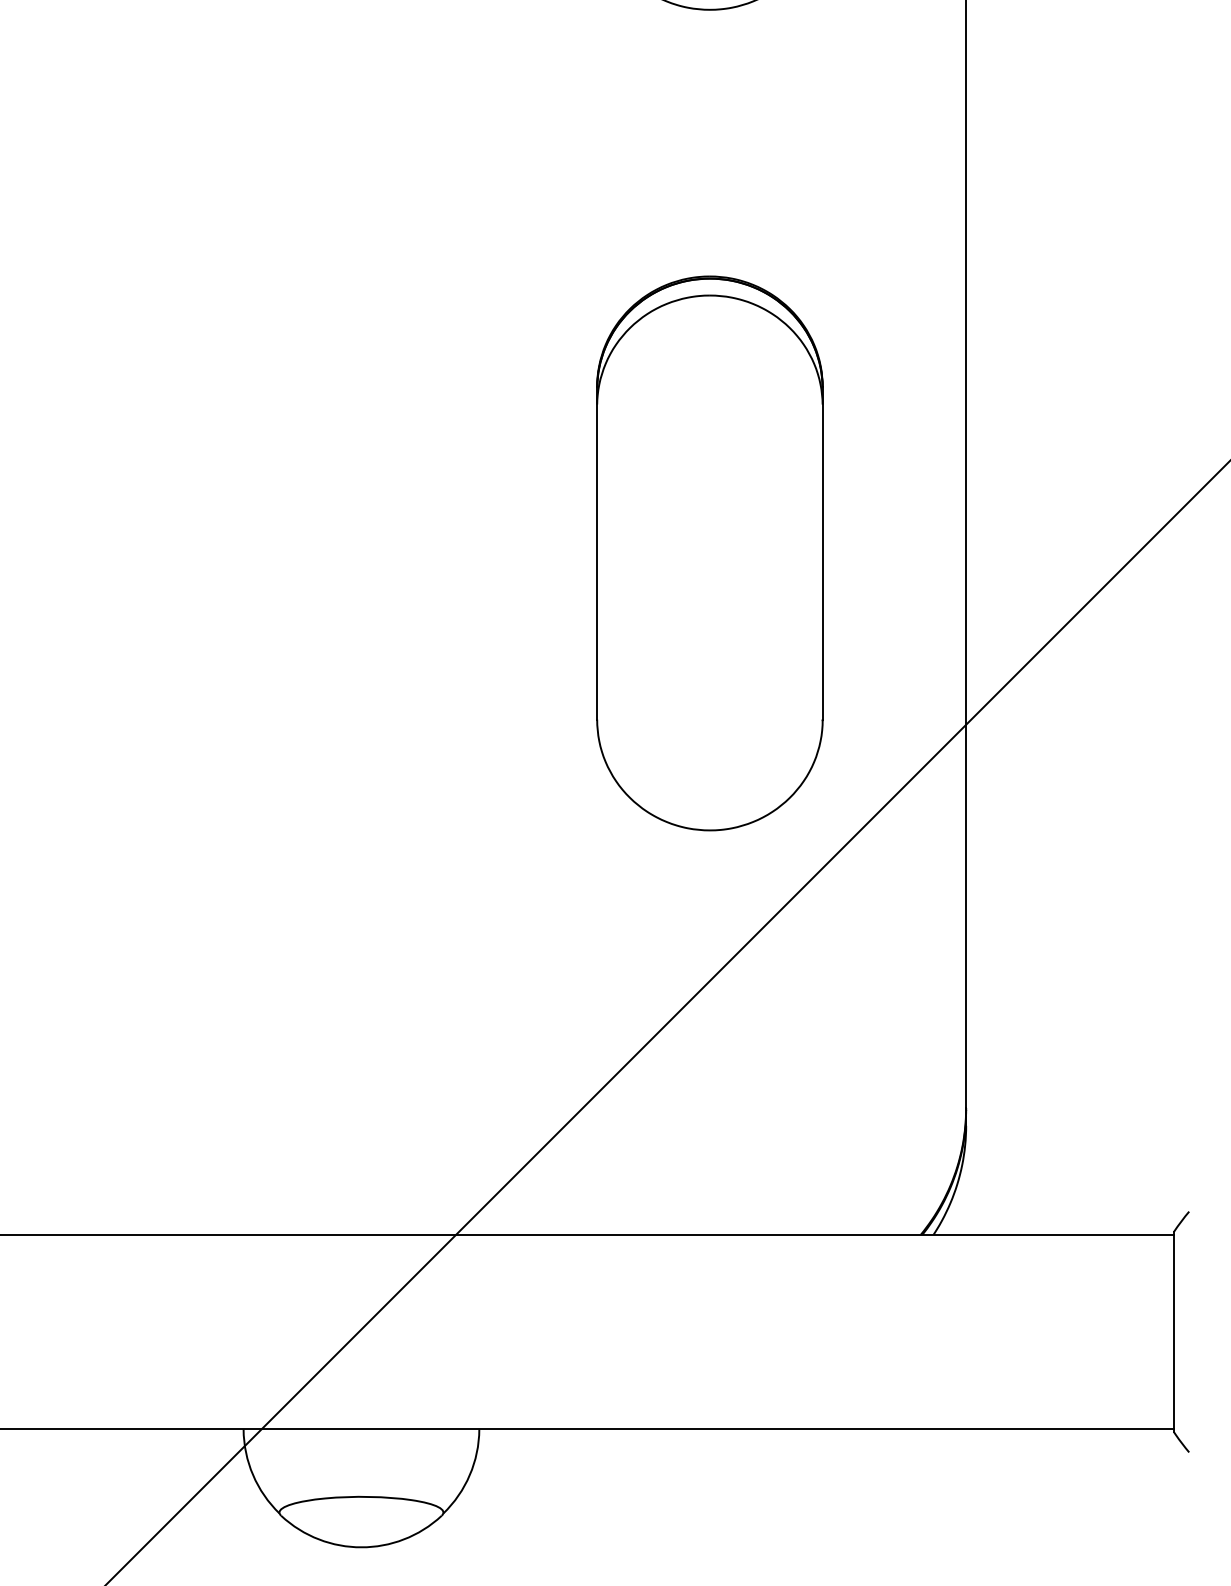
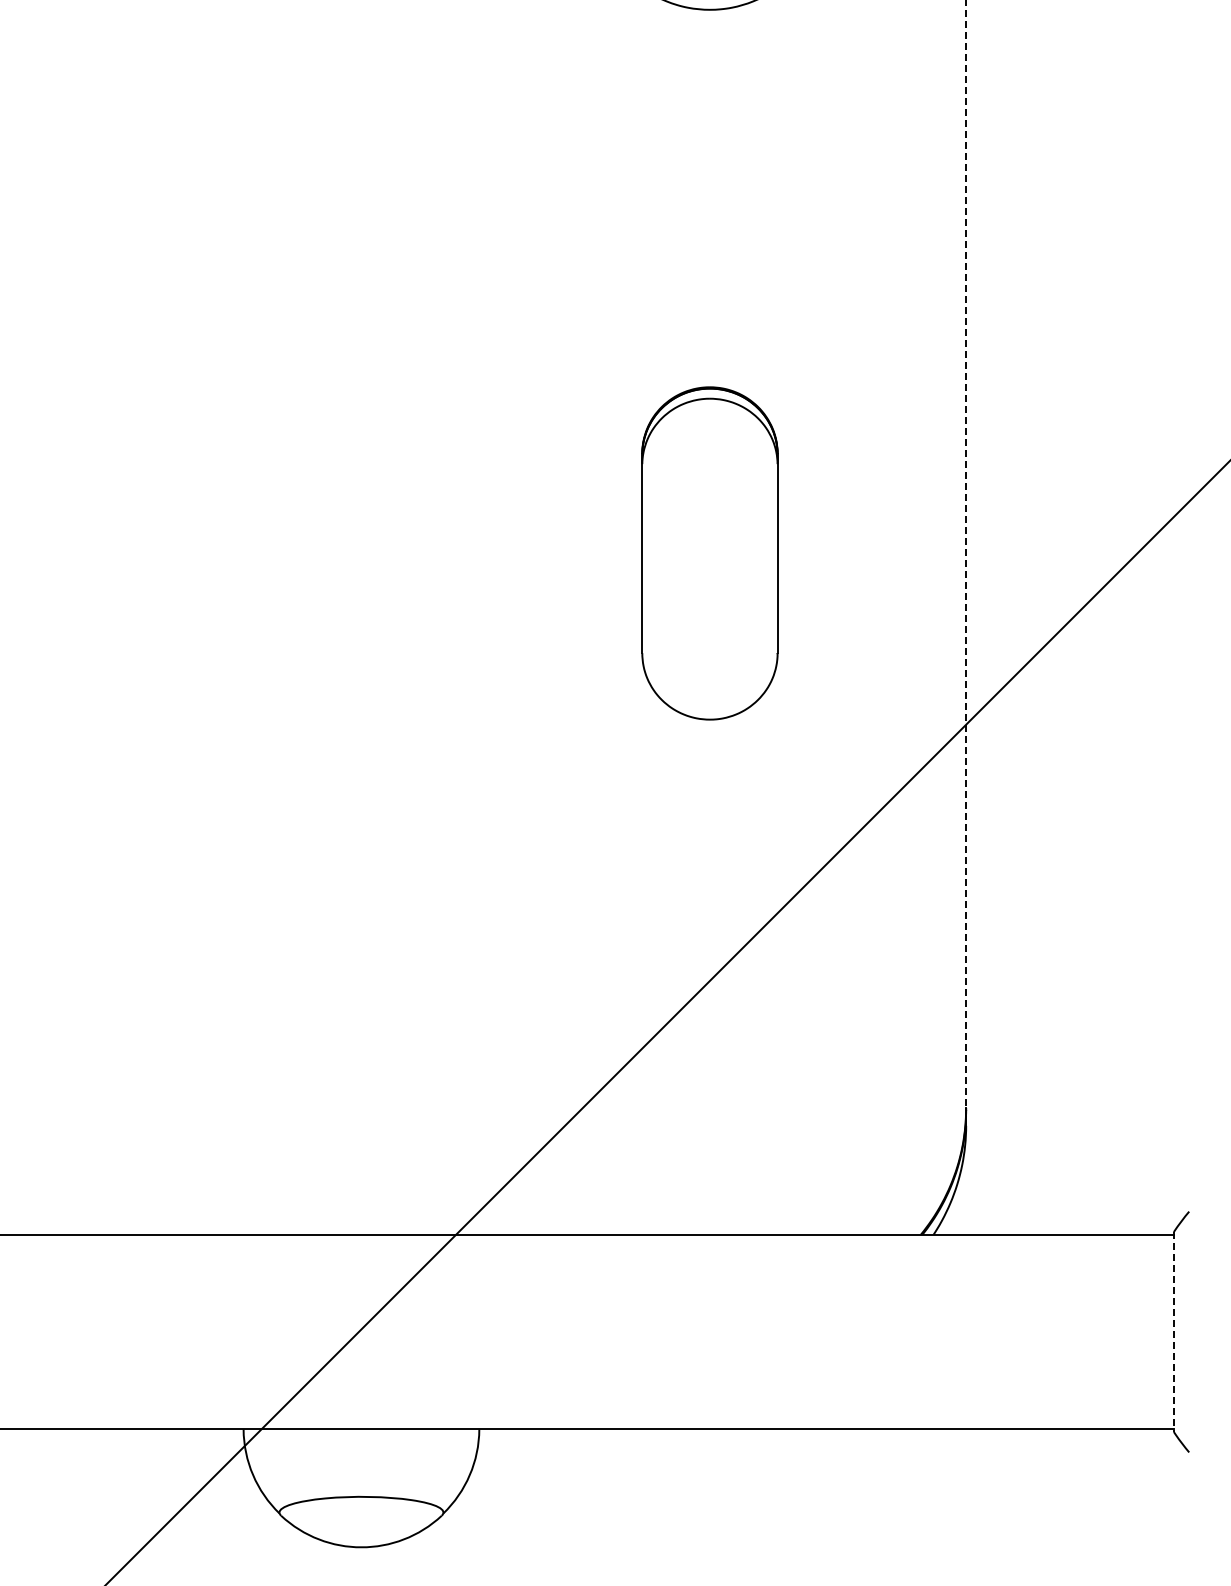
part at (709, 553) size: 228x557 px -> 138x335 px
line at (966, 554): solid -> dashed
line at (1173, 1332): solid -> dashed
